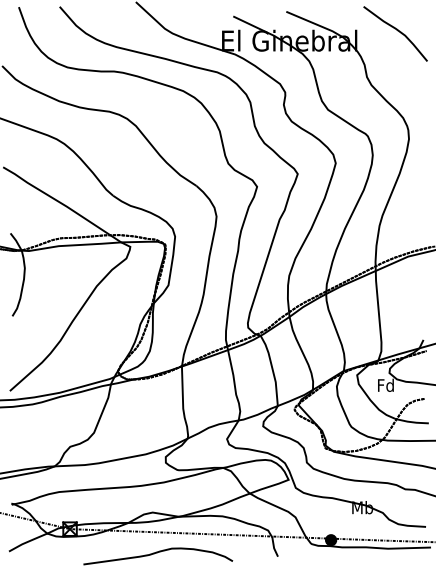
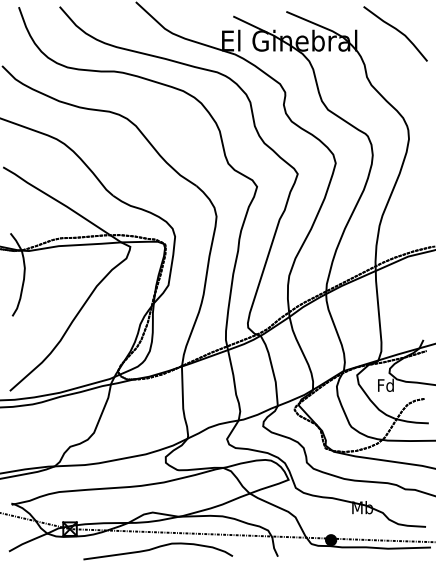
curve at (157, 553) position: (157, 553) -> (157, 548)
